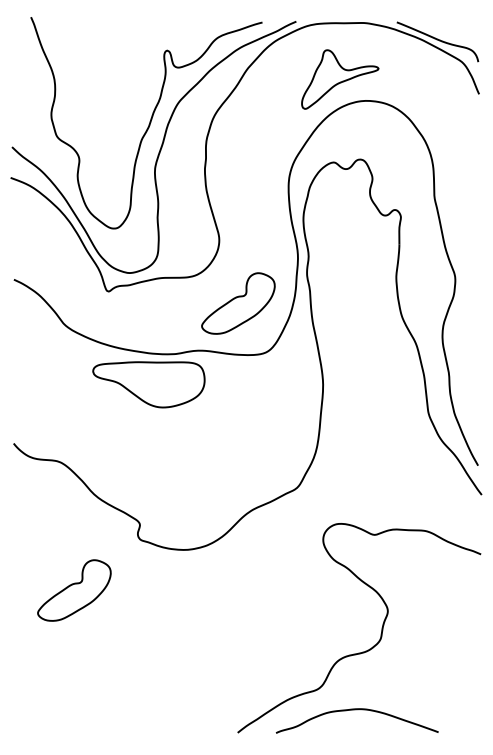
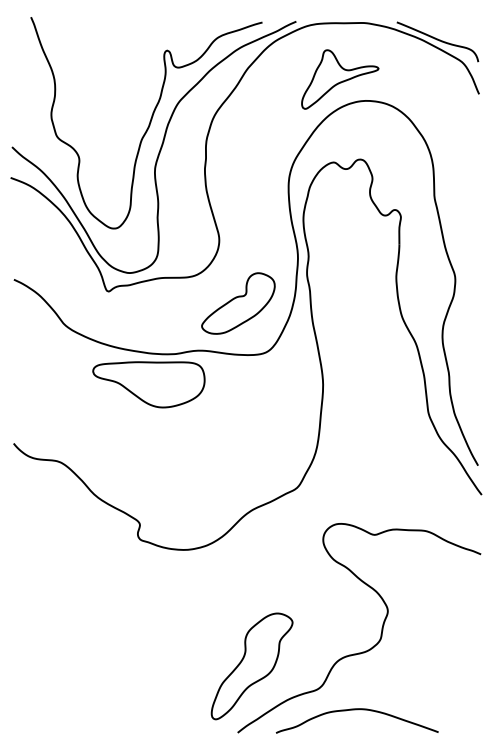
part at (74, 590): present -> none
part at (251, 666): none -> present
